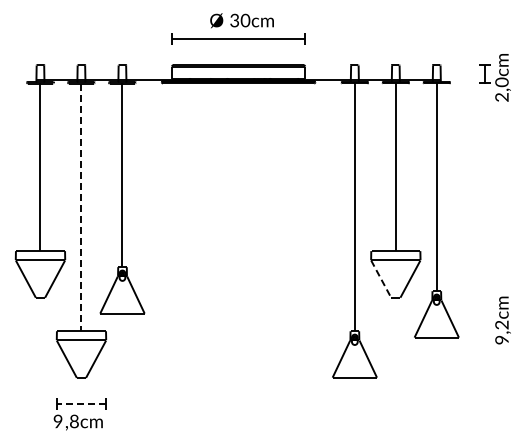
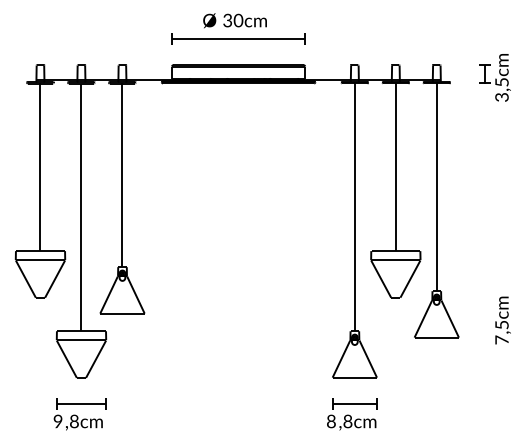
text at (241, 20) position: (241, 20) -> (234, 20)
text at (501, 89): 2,0cm -> 3,5cm
line at (81, 207): dashed -> solid
line at (381, 279): dashed -> solid
text at (501, 332): 9,2cm -> 7,5cm
line at (81, 404): dashed -> solid
part at (352, 414): none -> present
